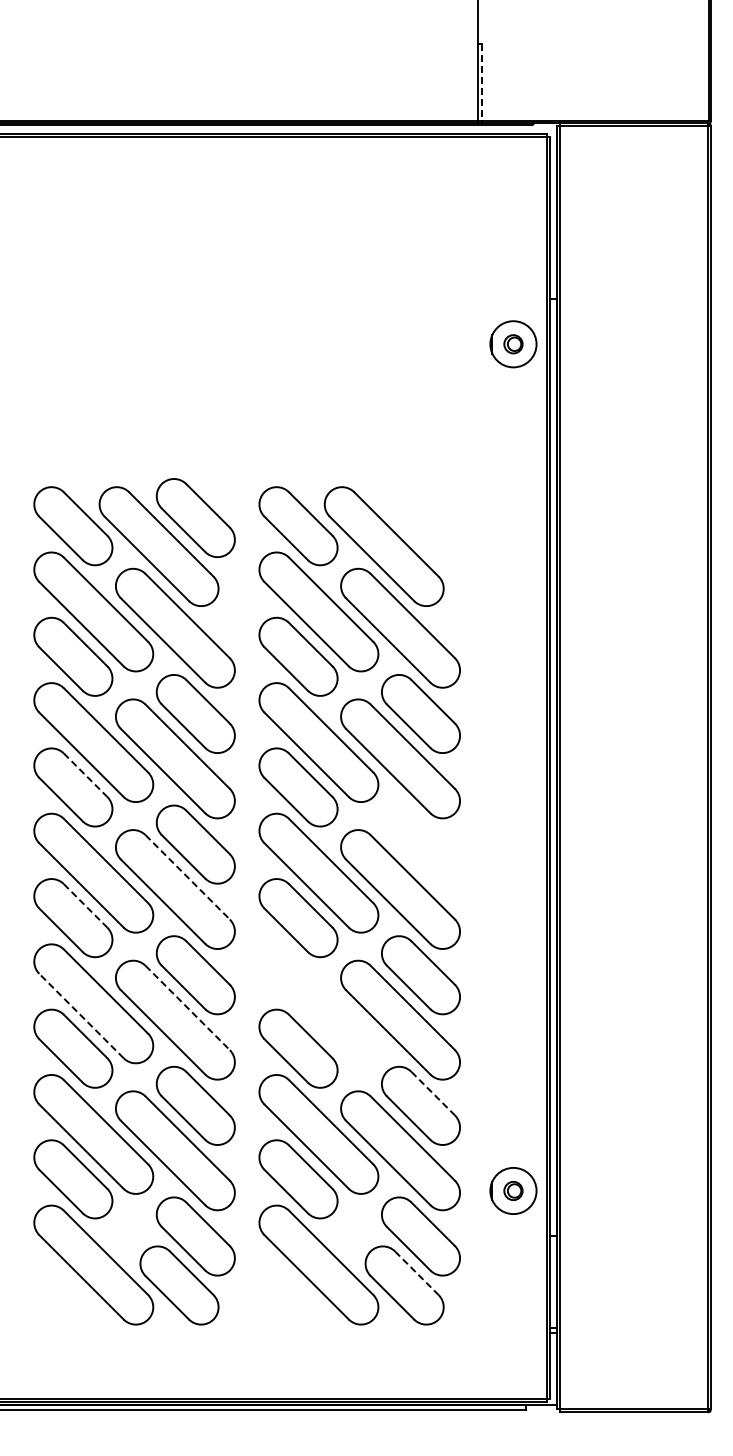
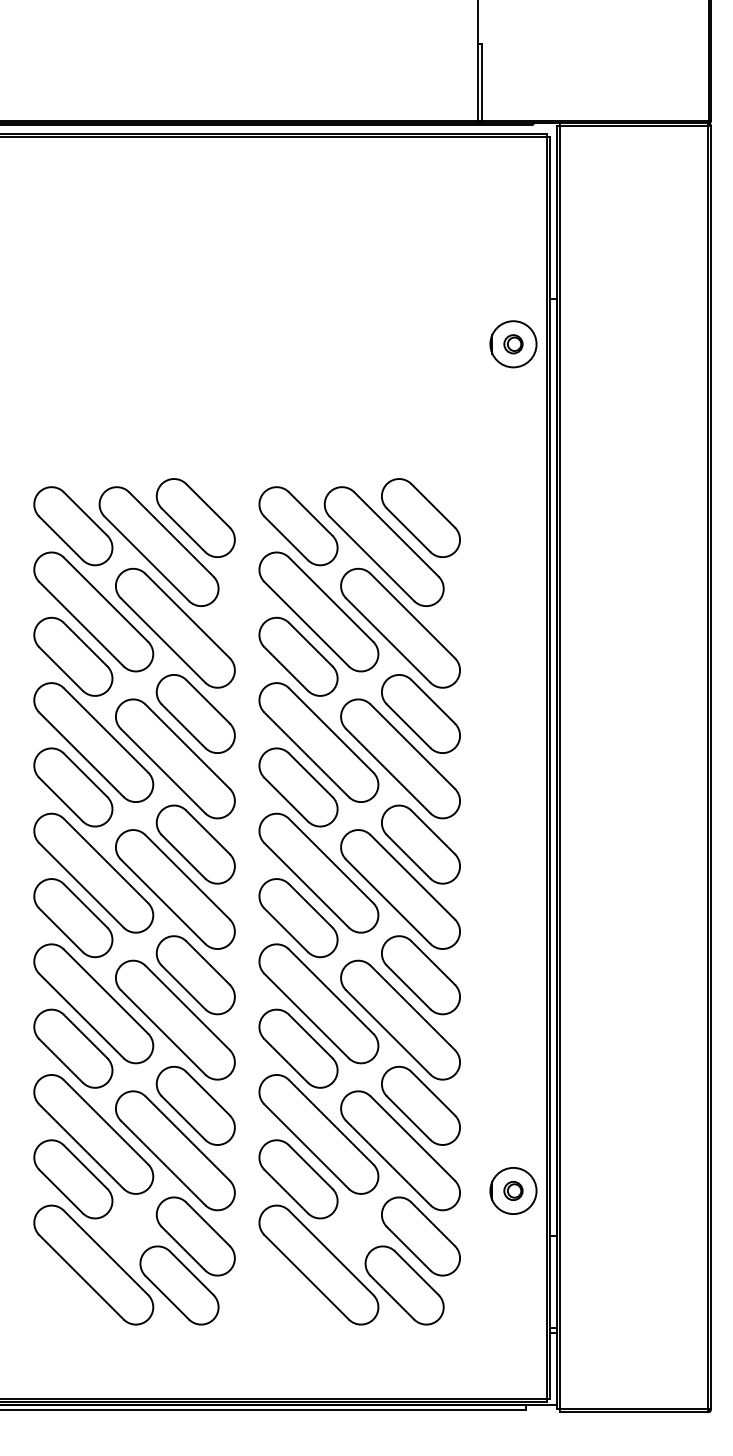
line at (482, 82): dashed -> solid
part at (420, 517): none -> present
line at (85, 775): dashed -> solid
part at (420, 844): none -> present
line at (187, 877): dashed -> solid
line at (85, 905): dashed -> solid
part at (318, 1003): none -> present
line at (187, 1007): dashed -> solid
line at (81, 1016): dashed -> solid
line at (433, 1093): dashed -> solid
line at (416, 1273): dashed -> solid
